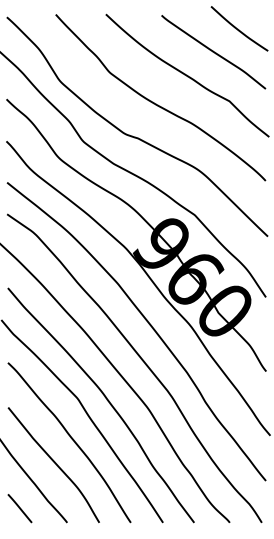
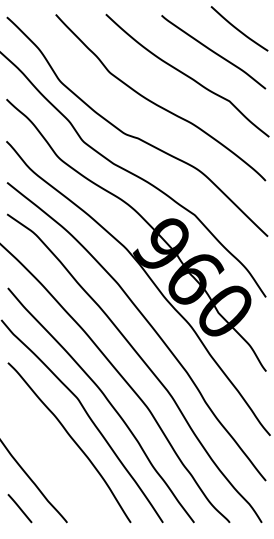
curve at (54, 463): present -> none
